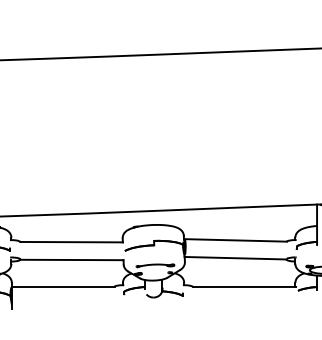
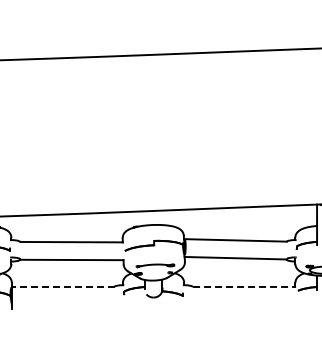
line at (244, 286): solid -> dashed
line at (62, 287): solid -> dashed
